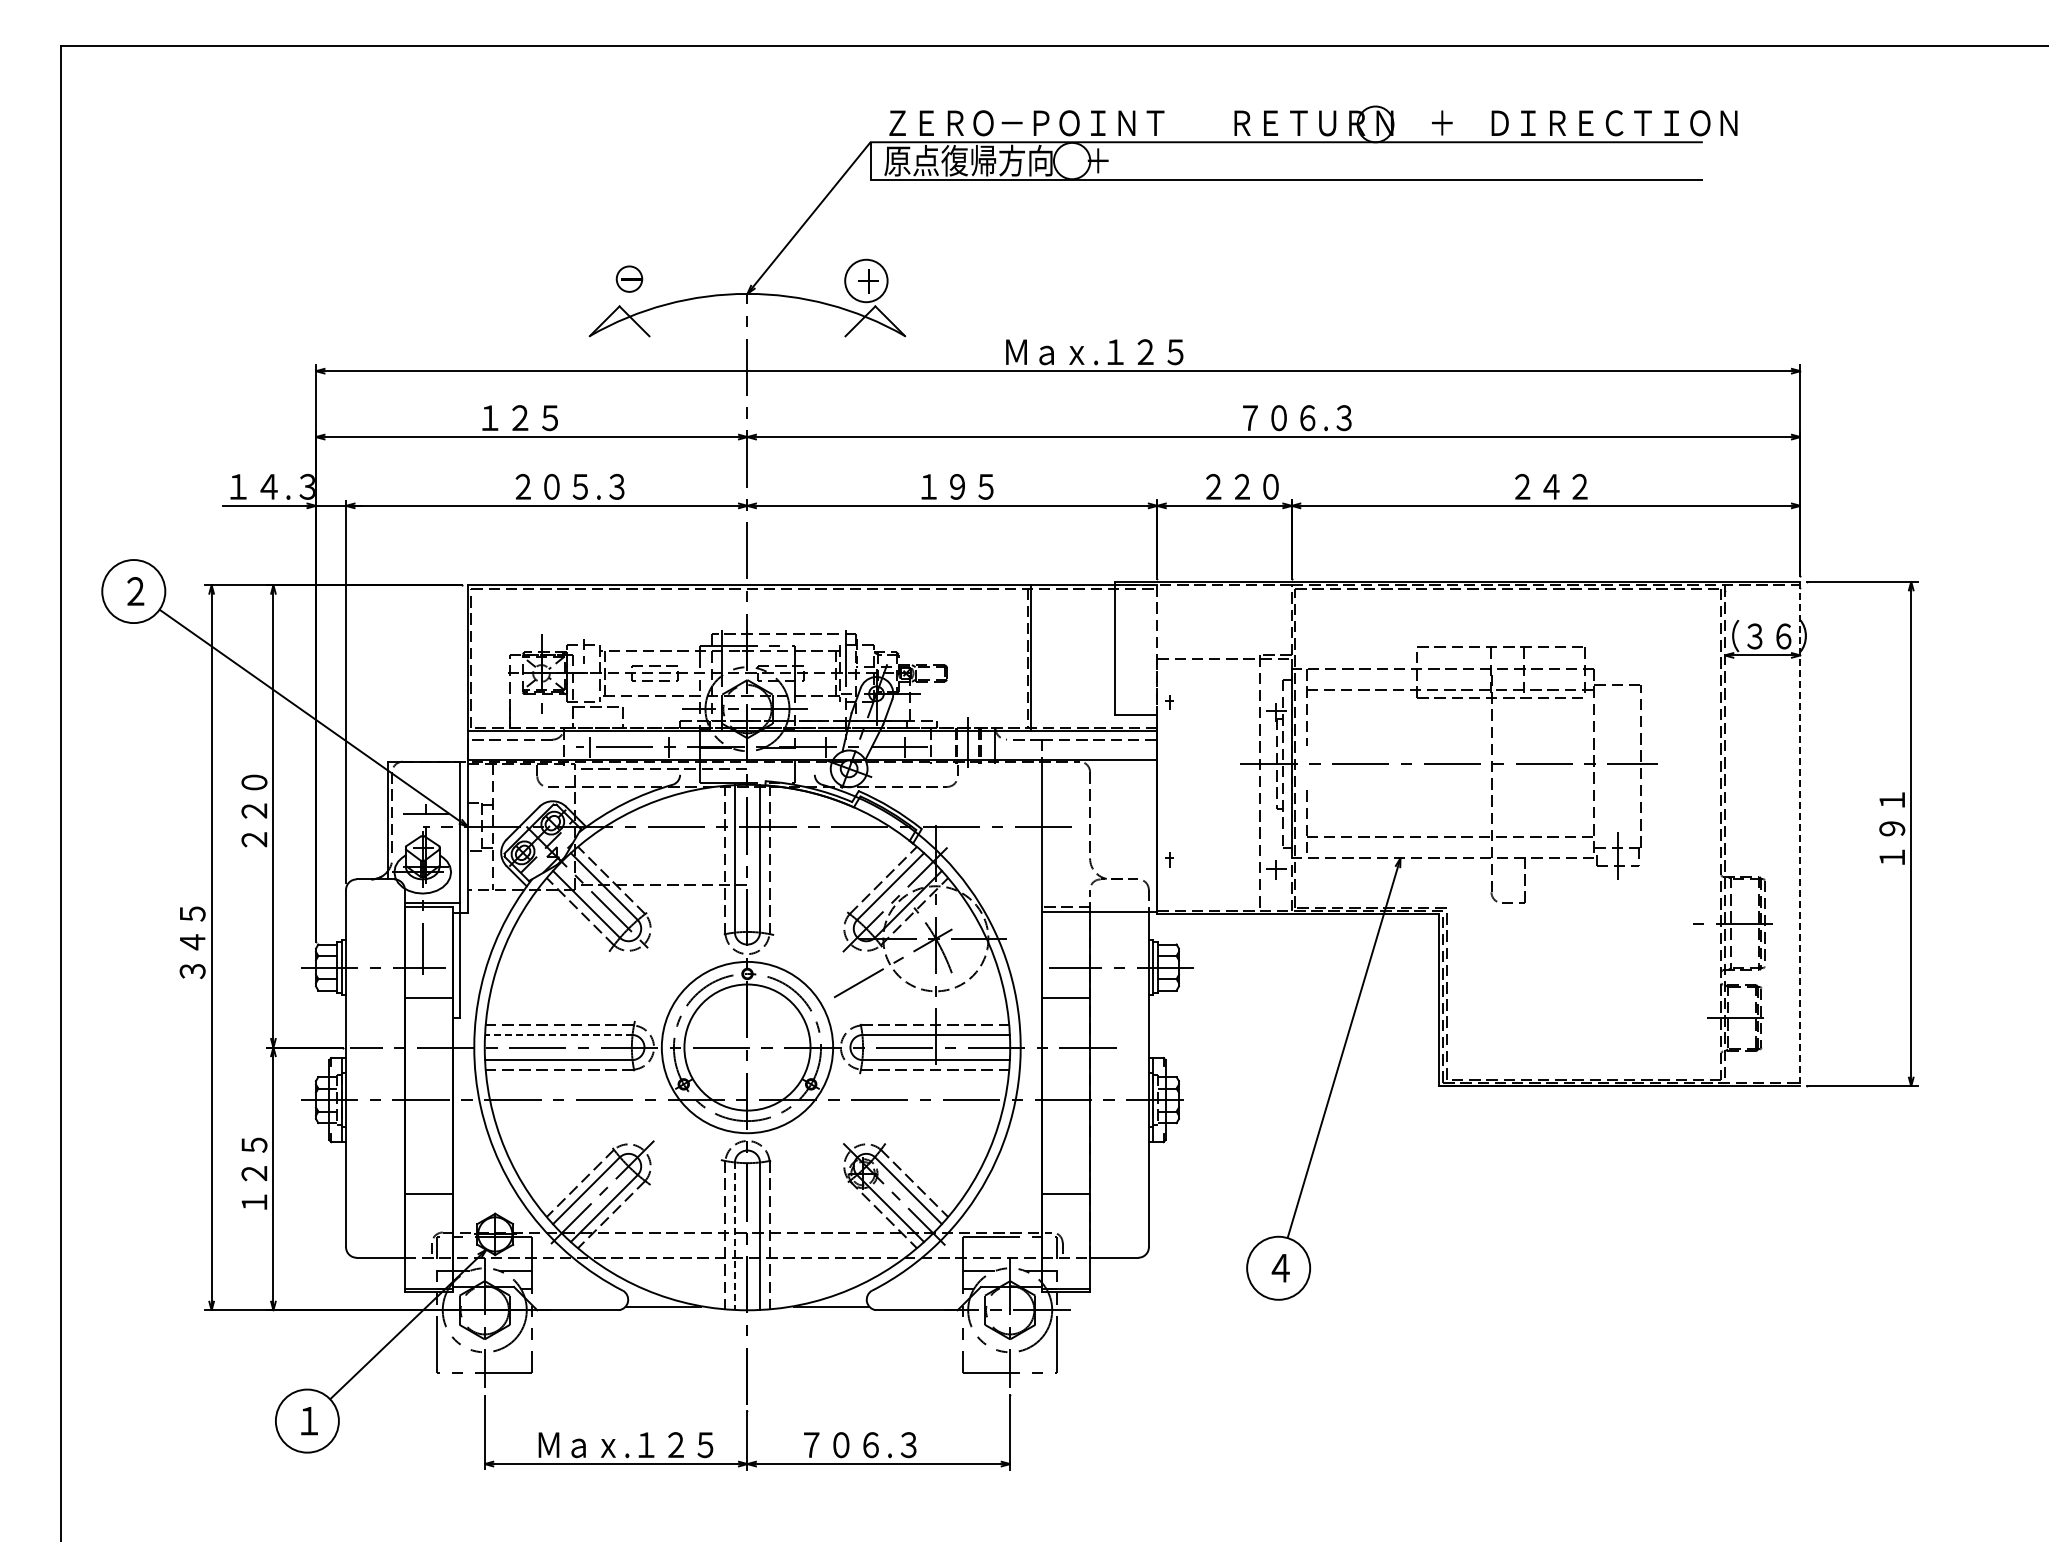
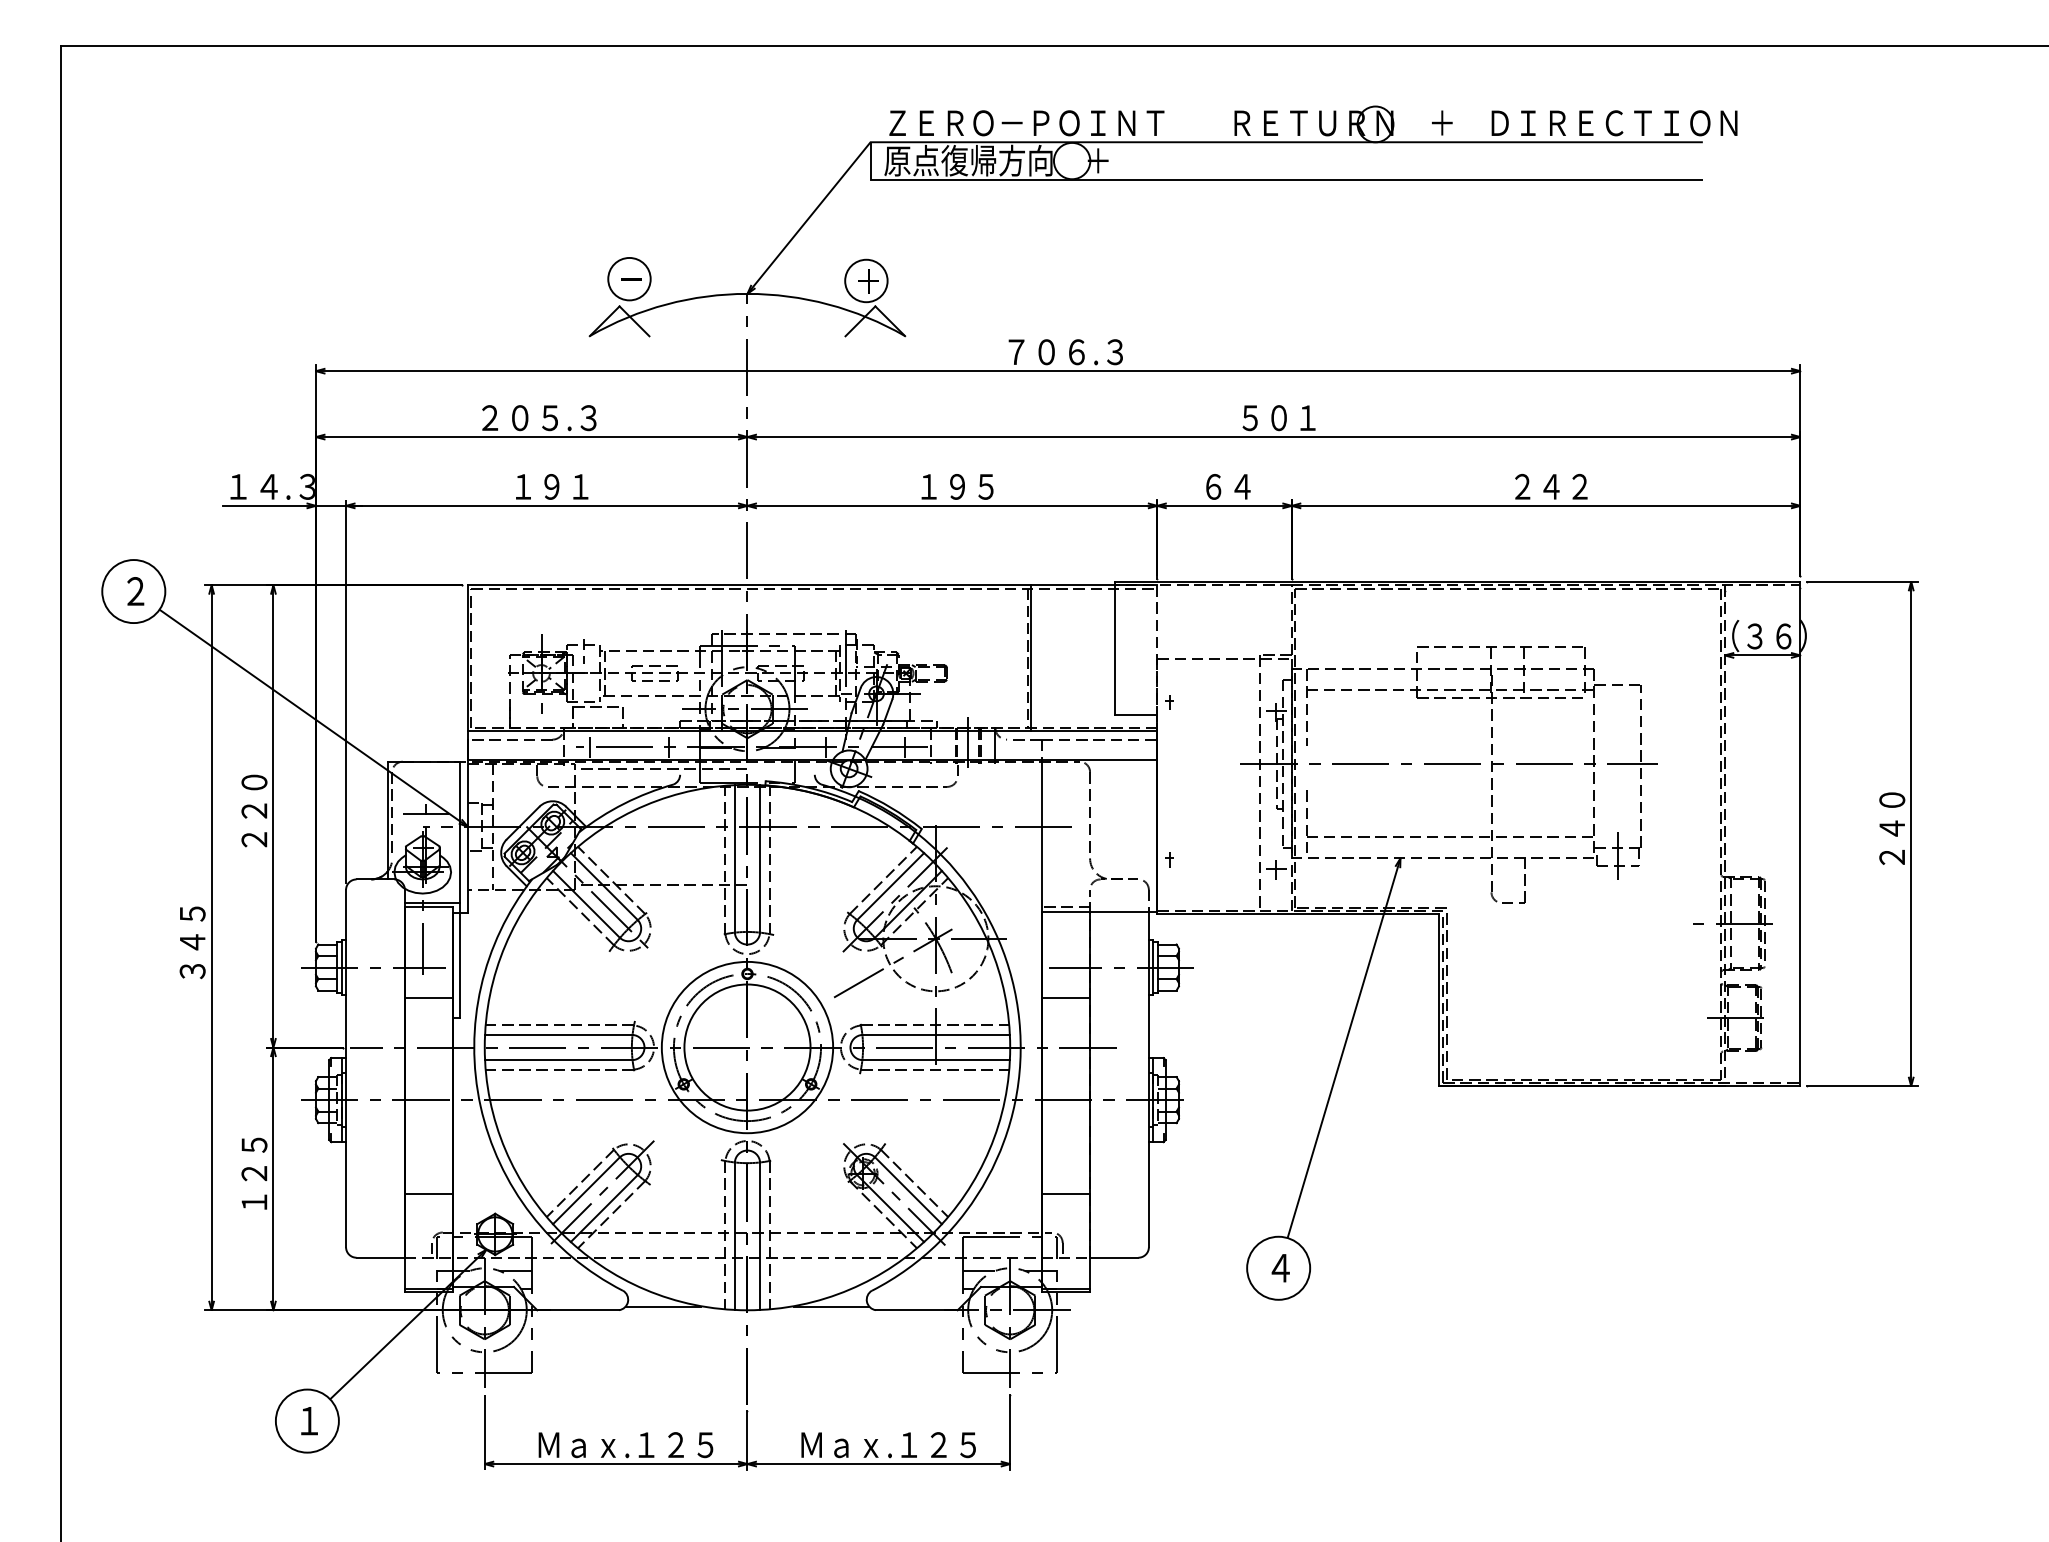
circle at (629, 278) diameter: 25 px -> 42 px
text at (1094, 352): Ｍａｘ.１２５ -> ７０６.３
text at (539, 418): １２５ -> ２０５.３
text at (1296, 418): ７０６.３ -> ５０１
text at (569, 486): ２０５.３ -> １９１
text at (1242, 486): ２２０ -> ６４
text at (1892, 828): １９１ -> ２４０
line at (1800, 834): dashed -> solid
line at (558, 1034): dashed -> solid
line at (734, 1236): dashed -> solid
text at (888, 1445): ７０６.３ -> Ｍａｘ.１２５
